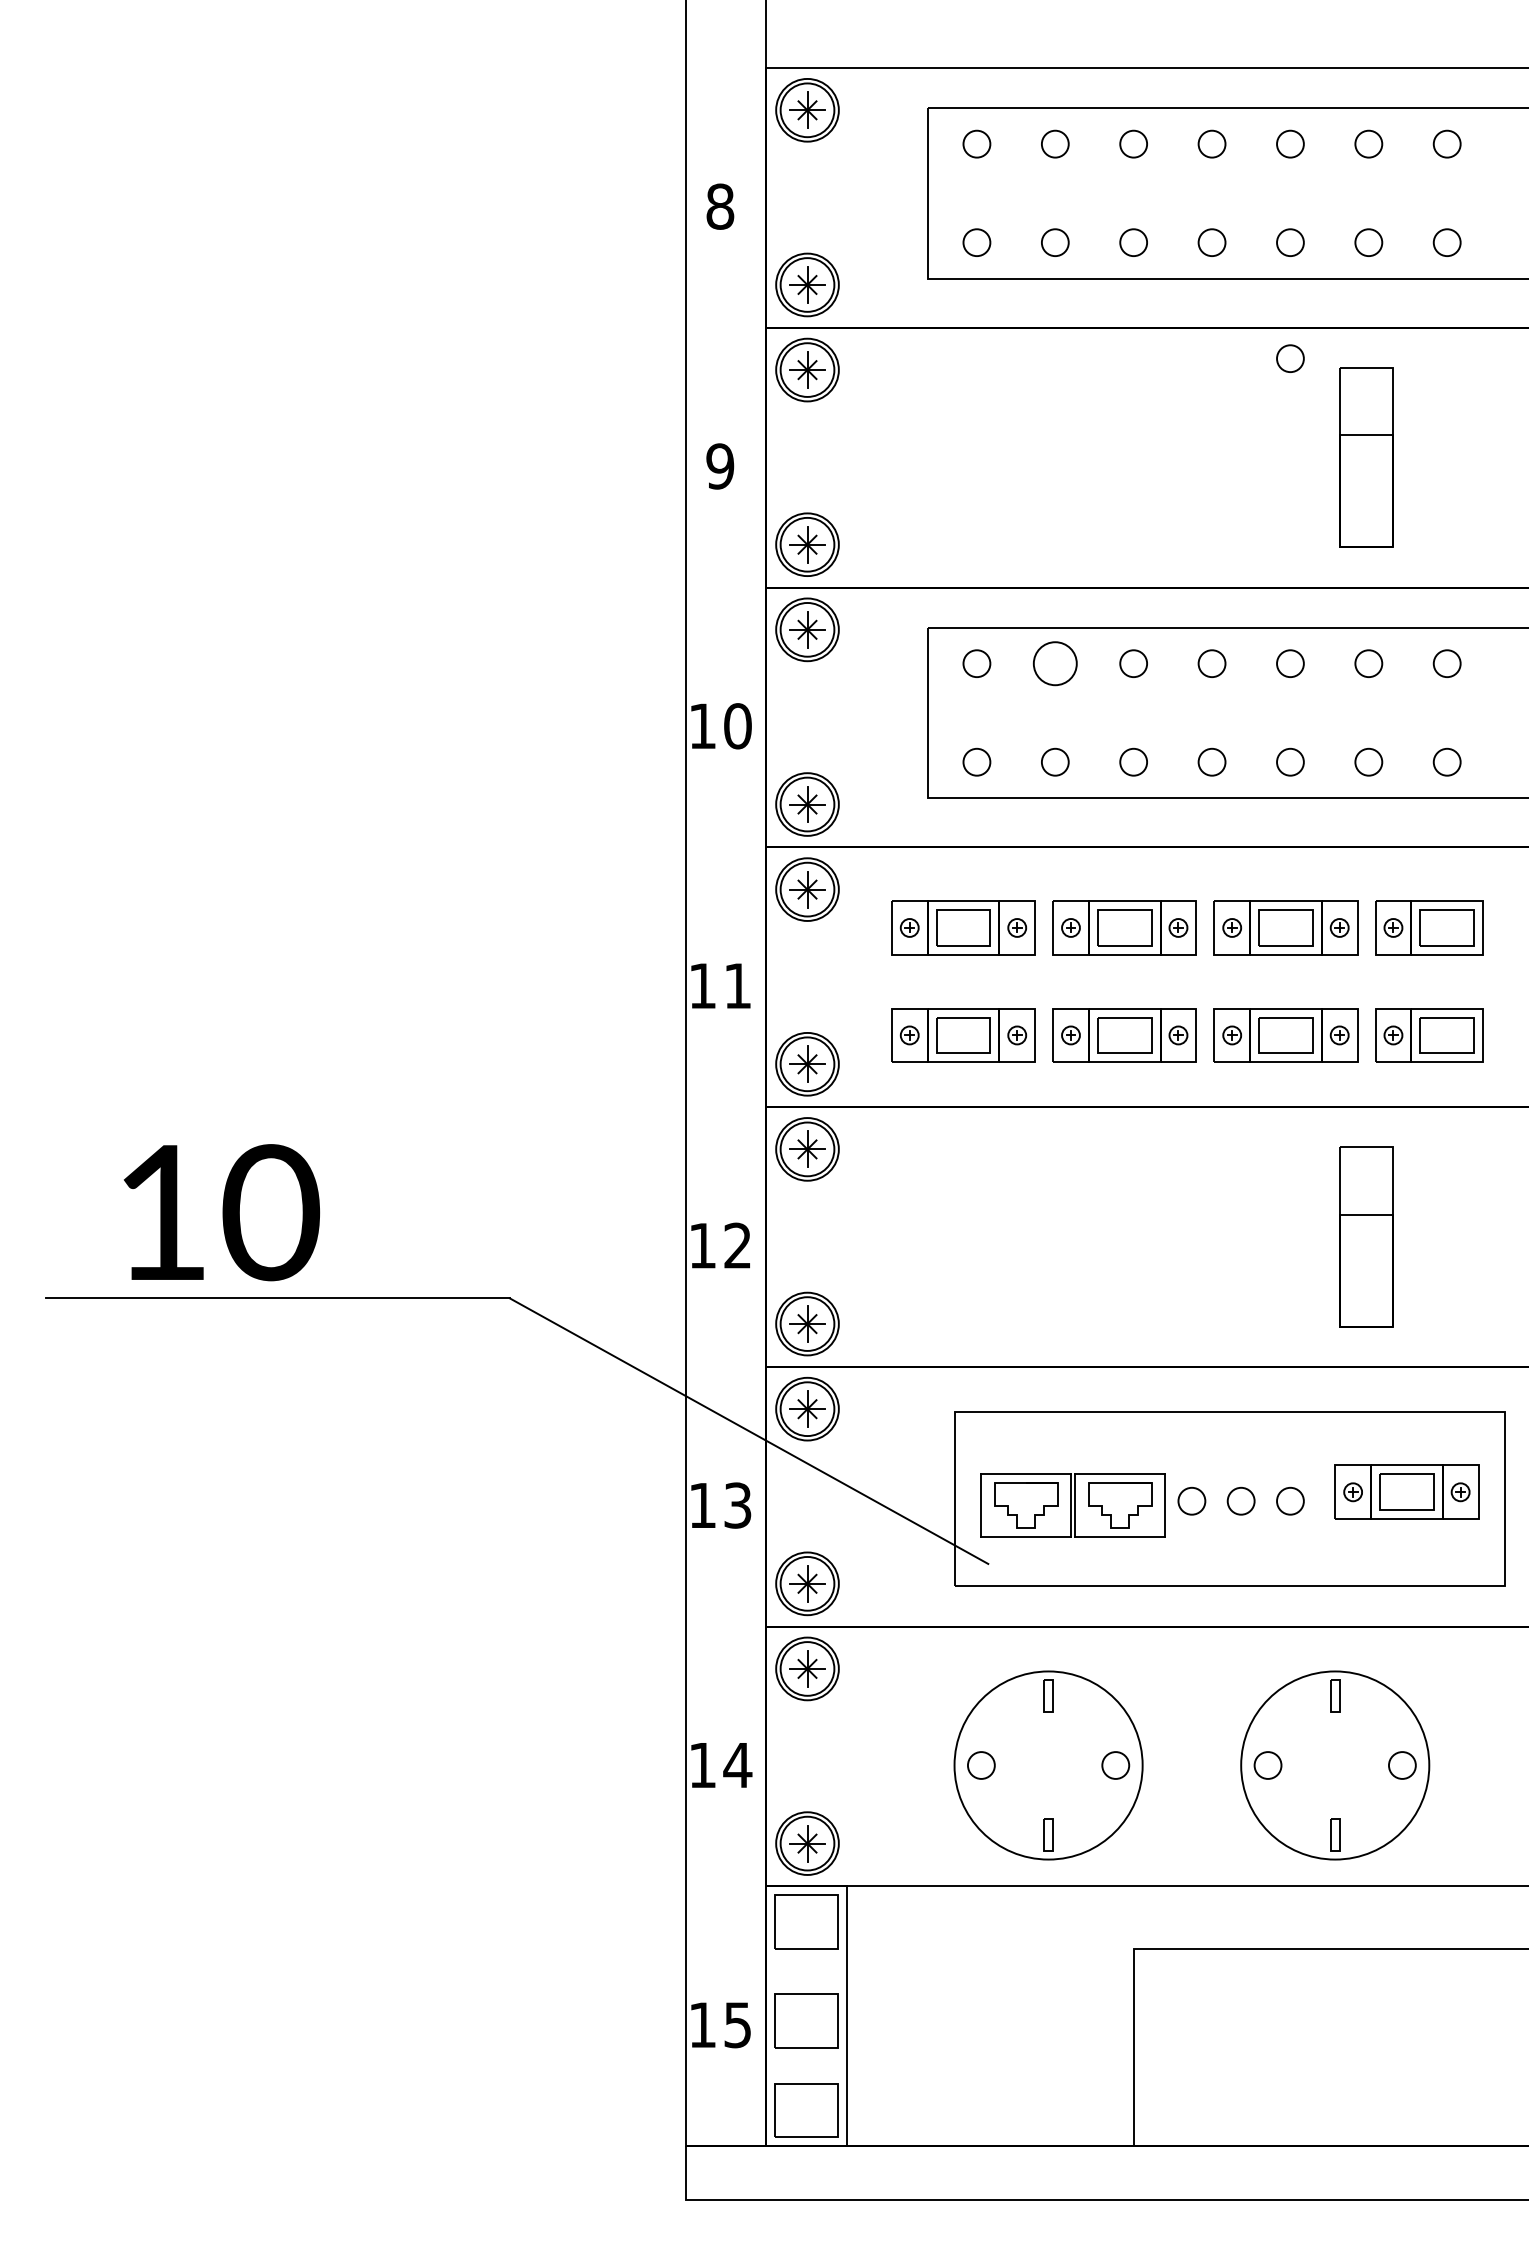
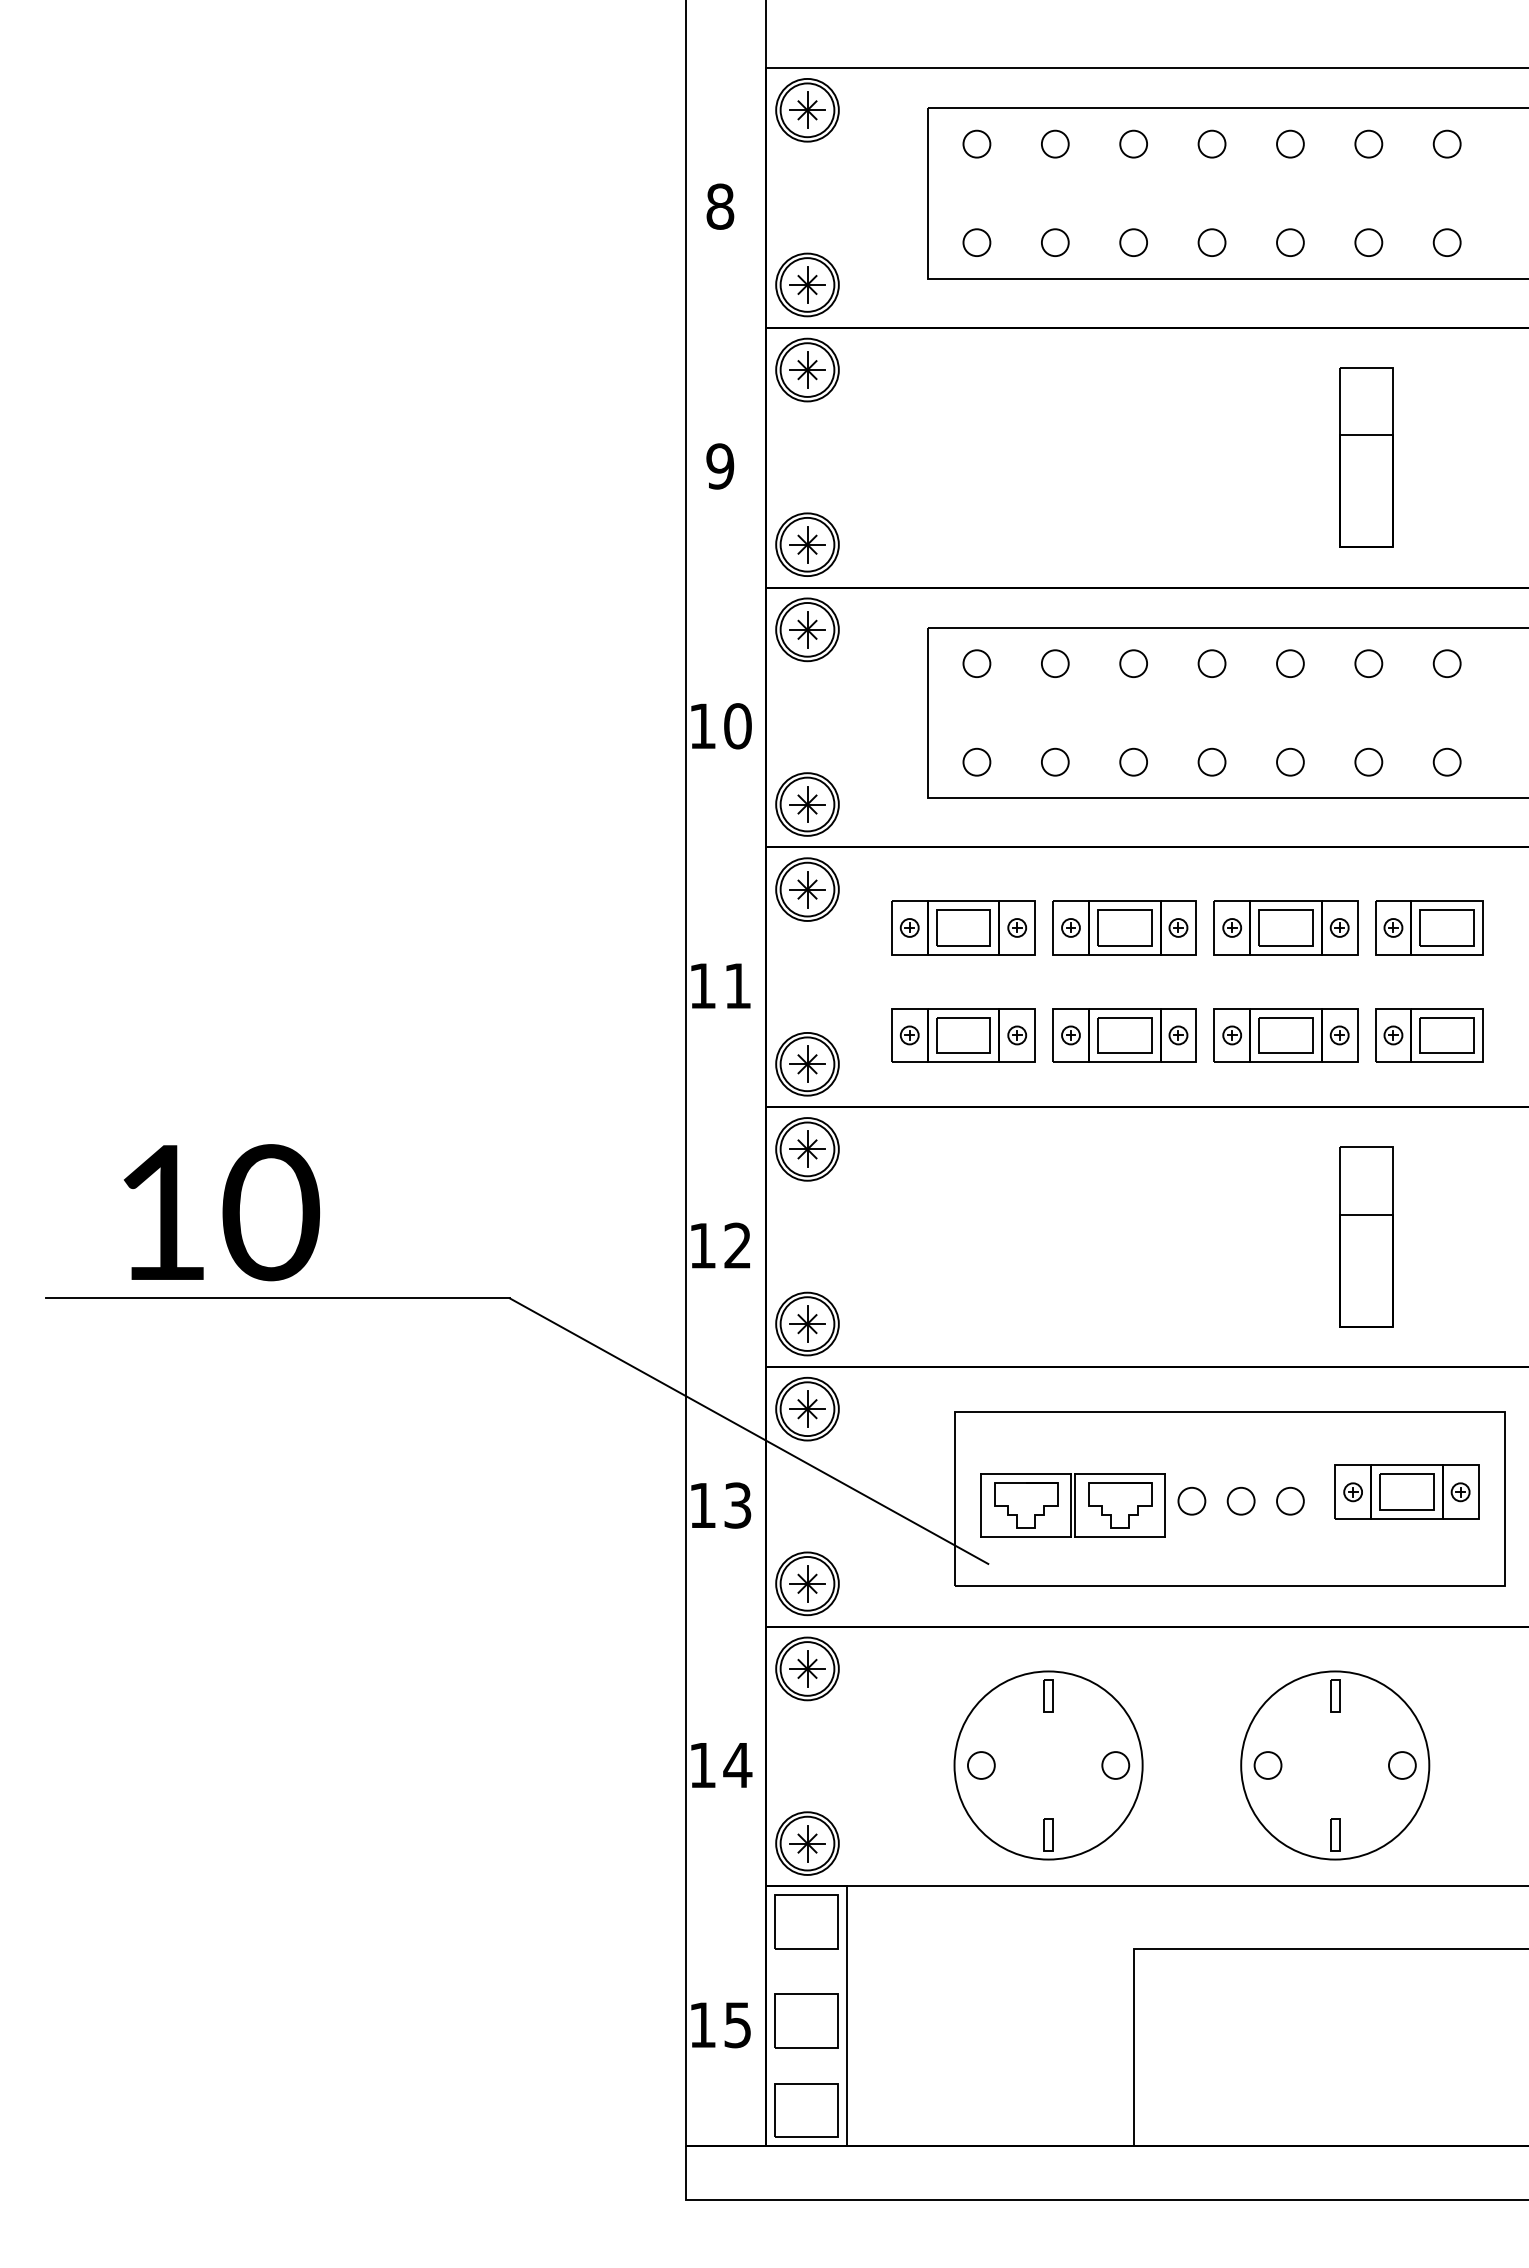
circle at (1290, 358): present -> none
circle at (1054, 663) diameter: 43 px -> 27 px
